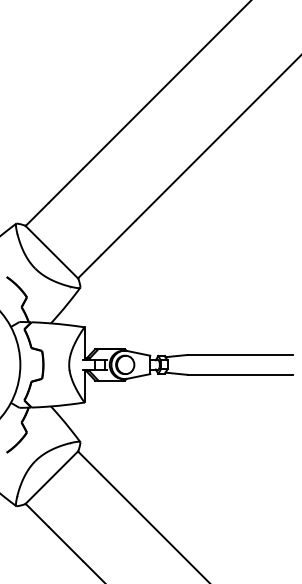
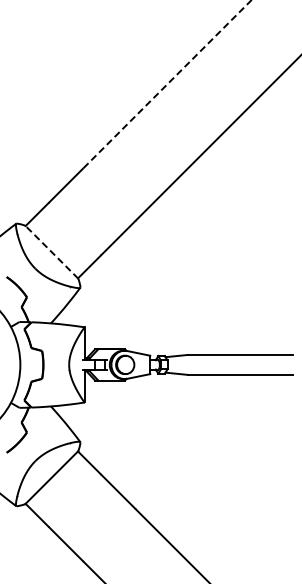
line at (167, 84): solid -> dashed
line at (51, 252): solid -> dashed
